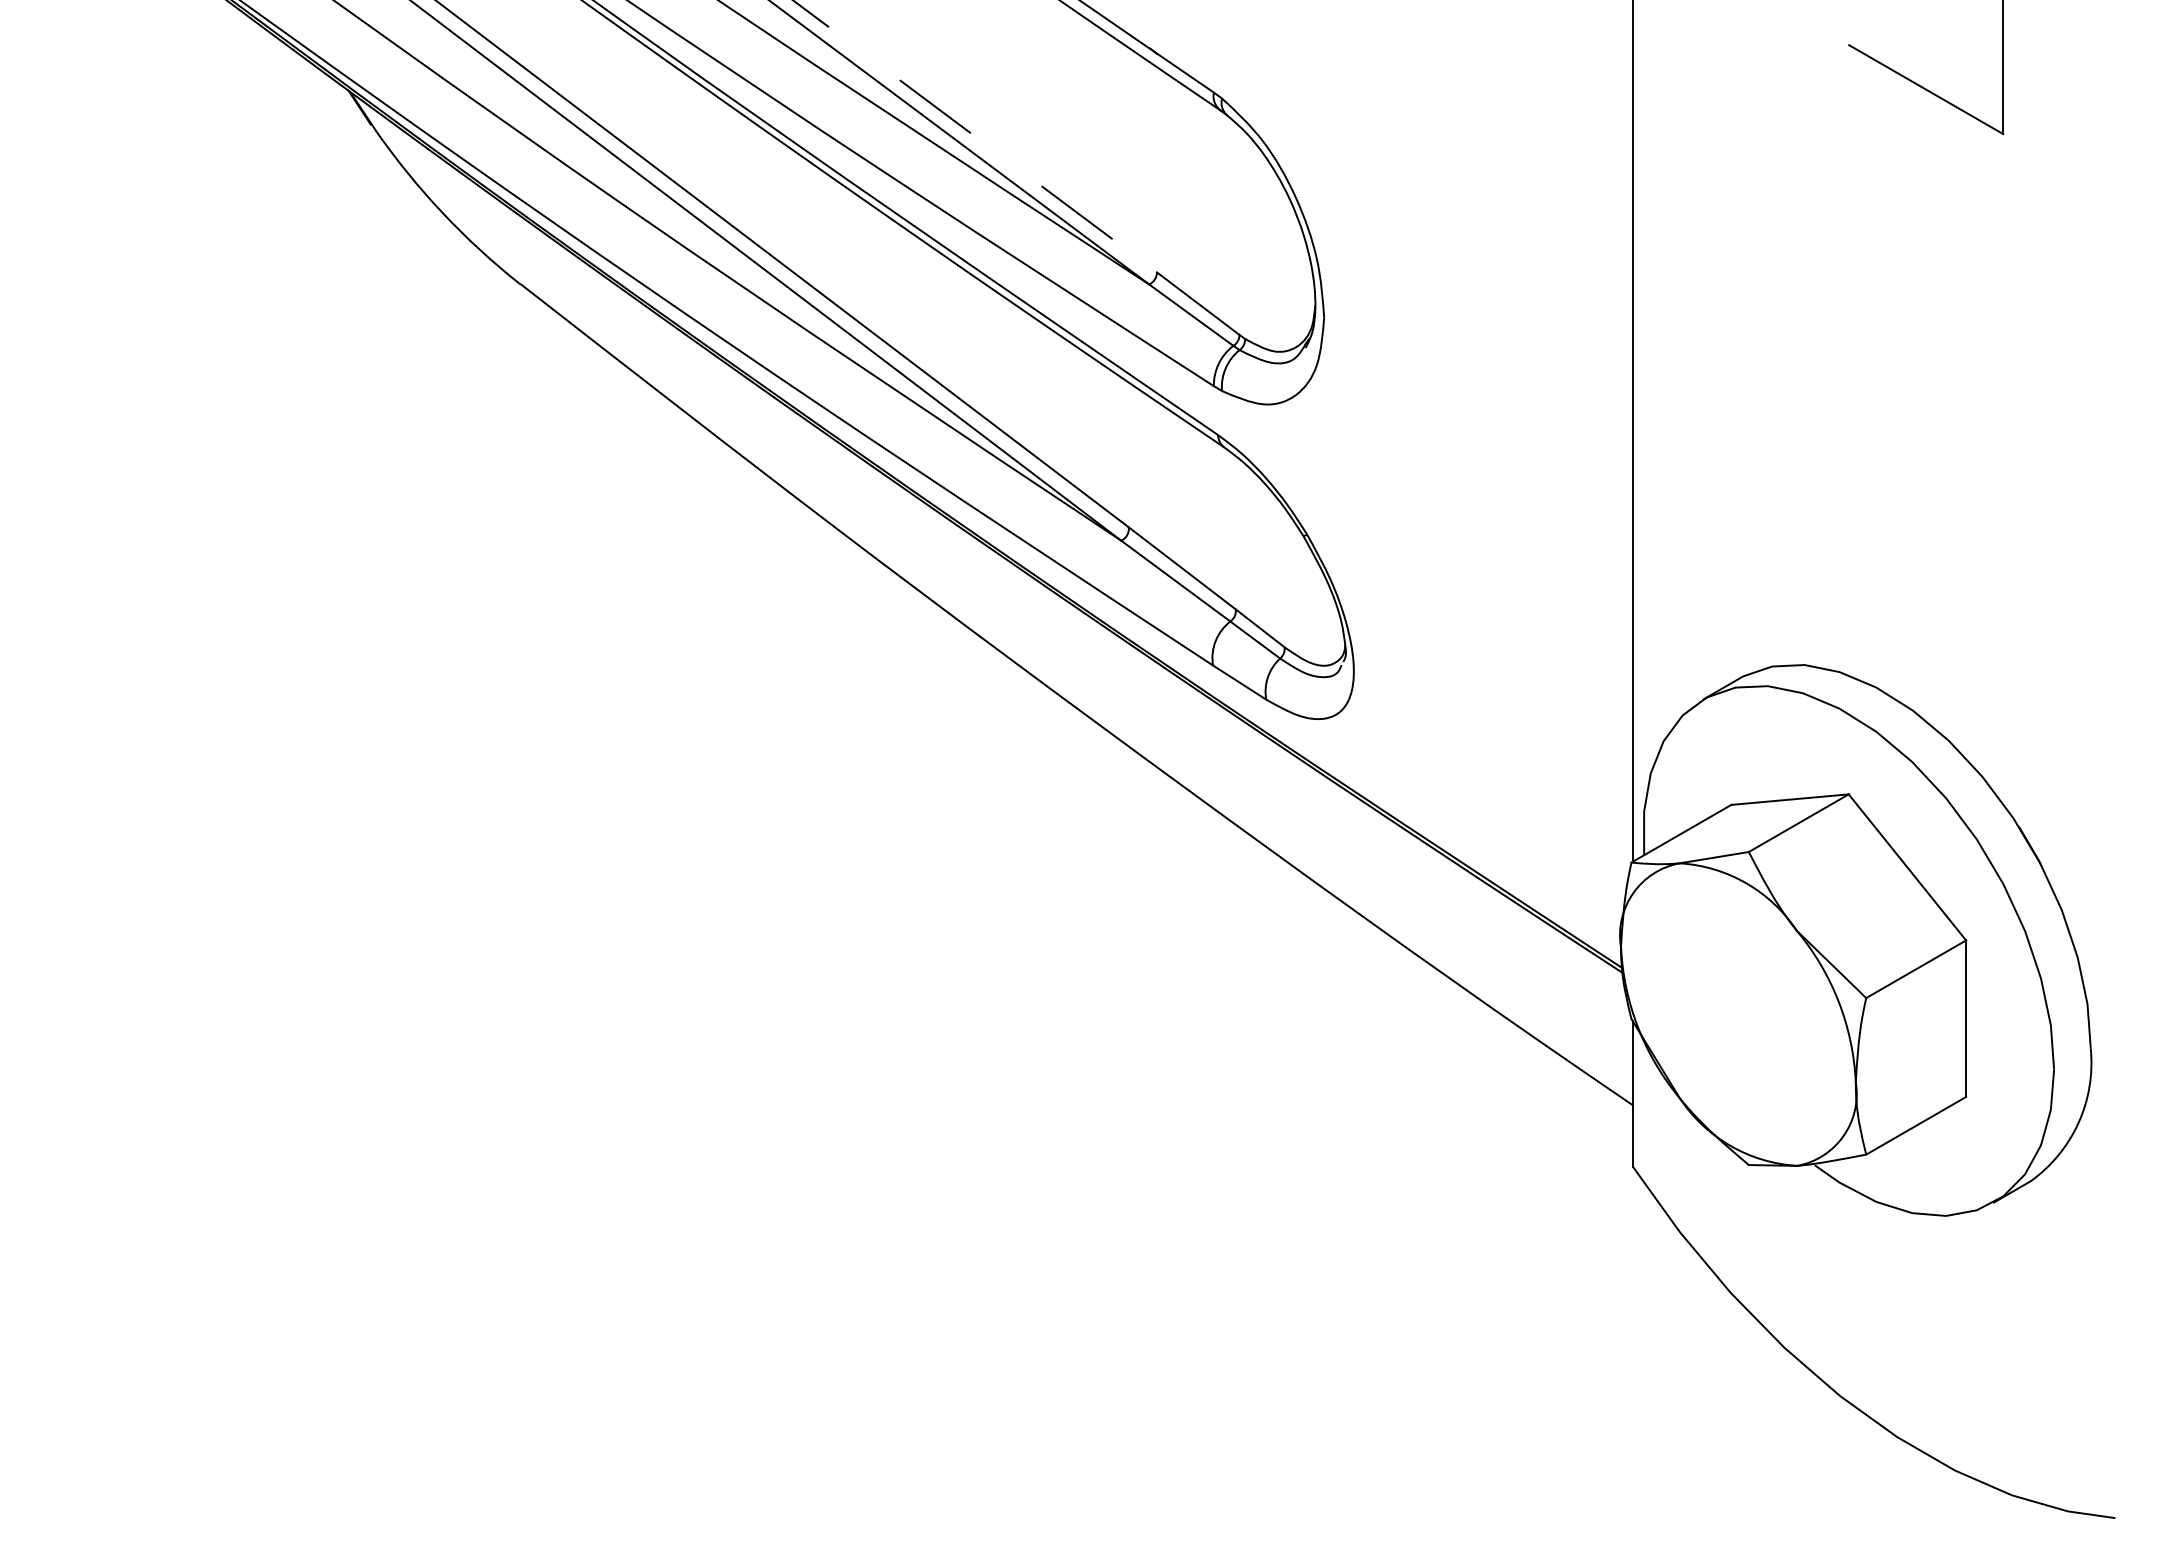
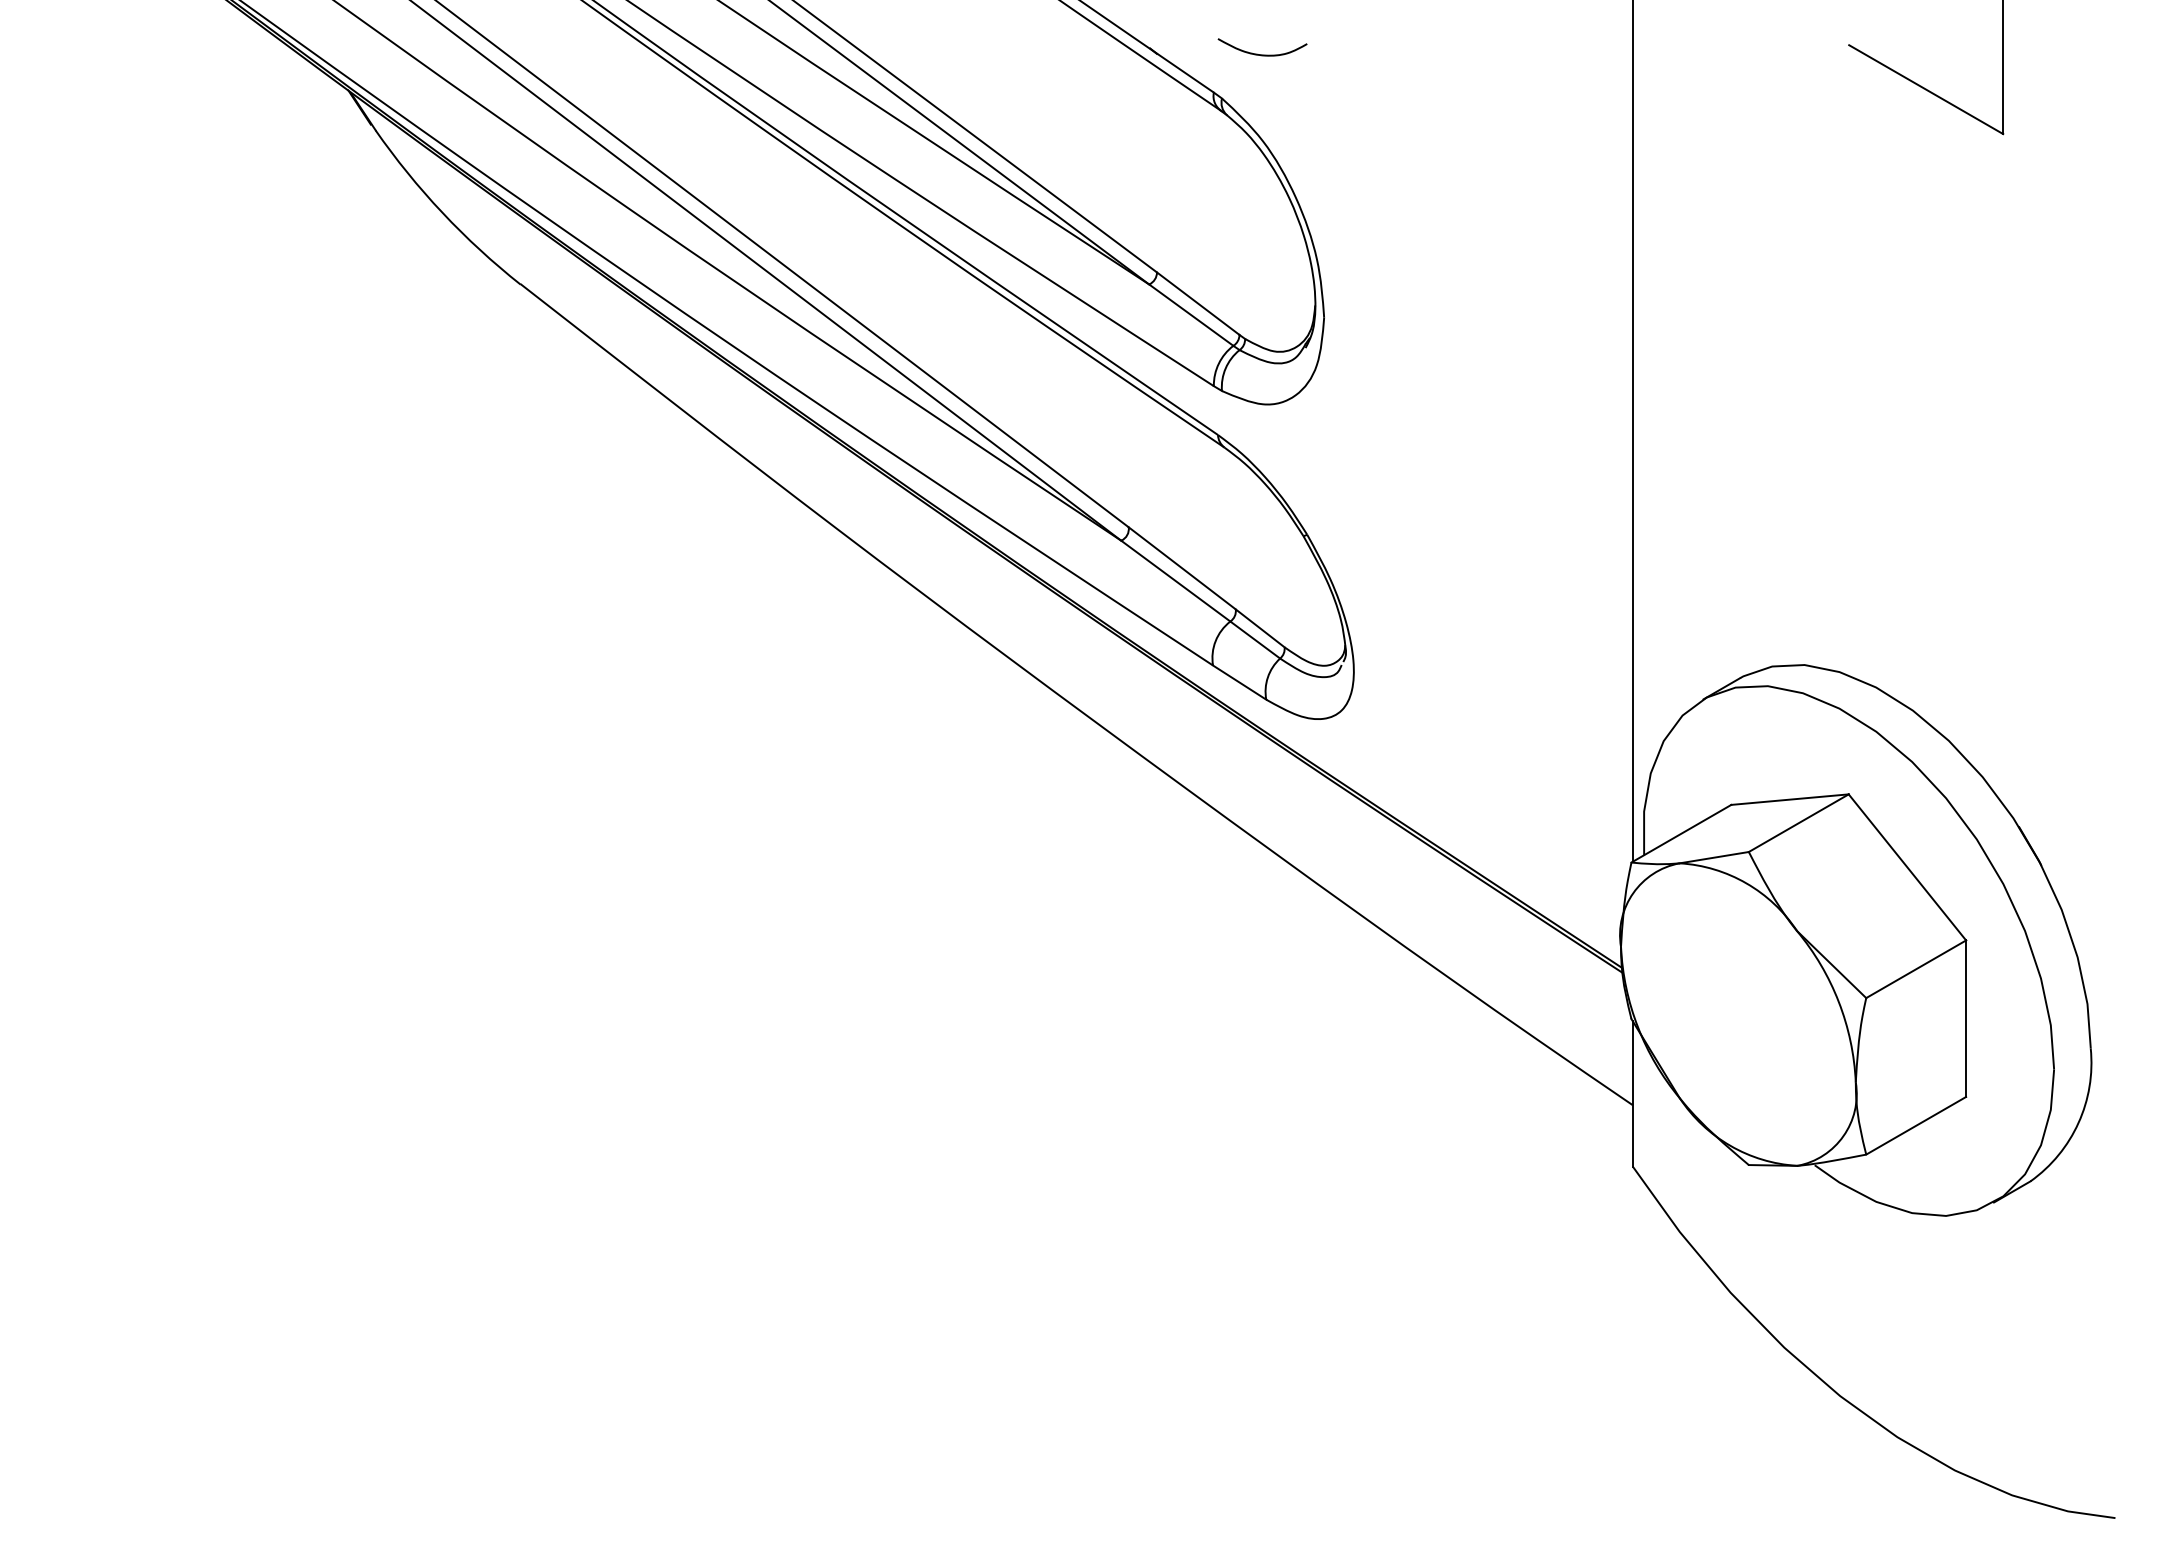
curve at (1262, 54): none -> present
line at (975, 136): dashed -> solid
